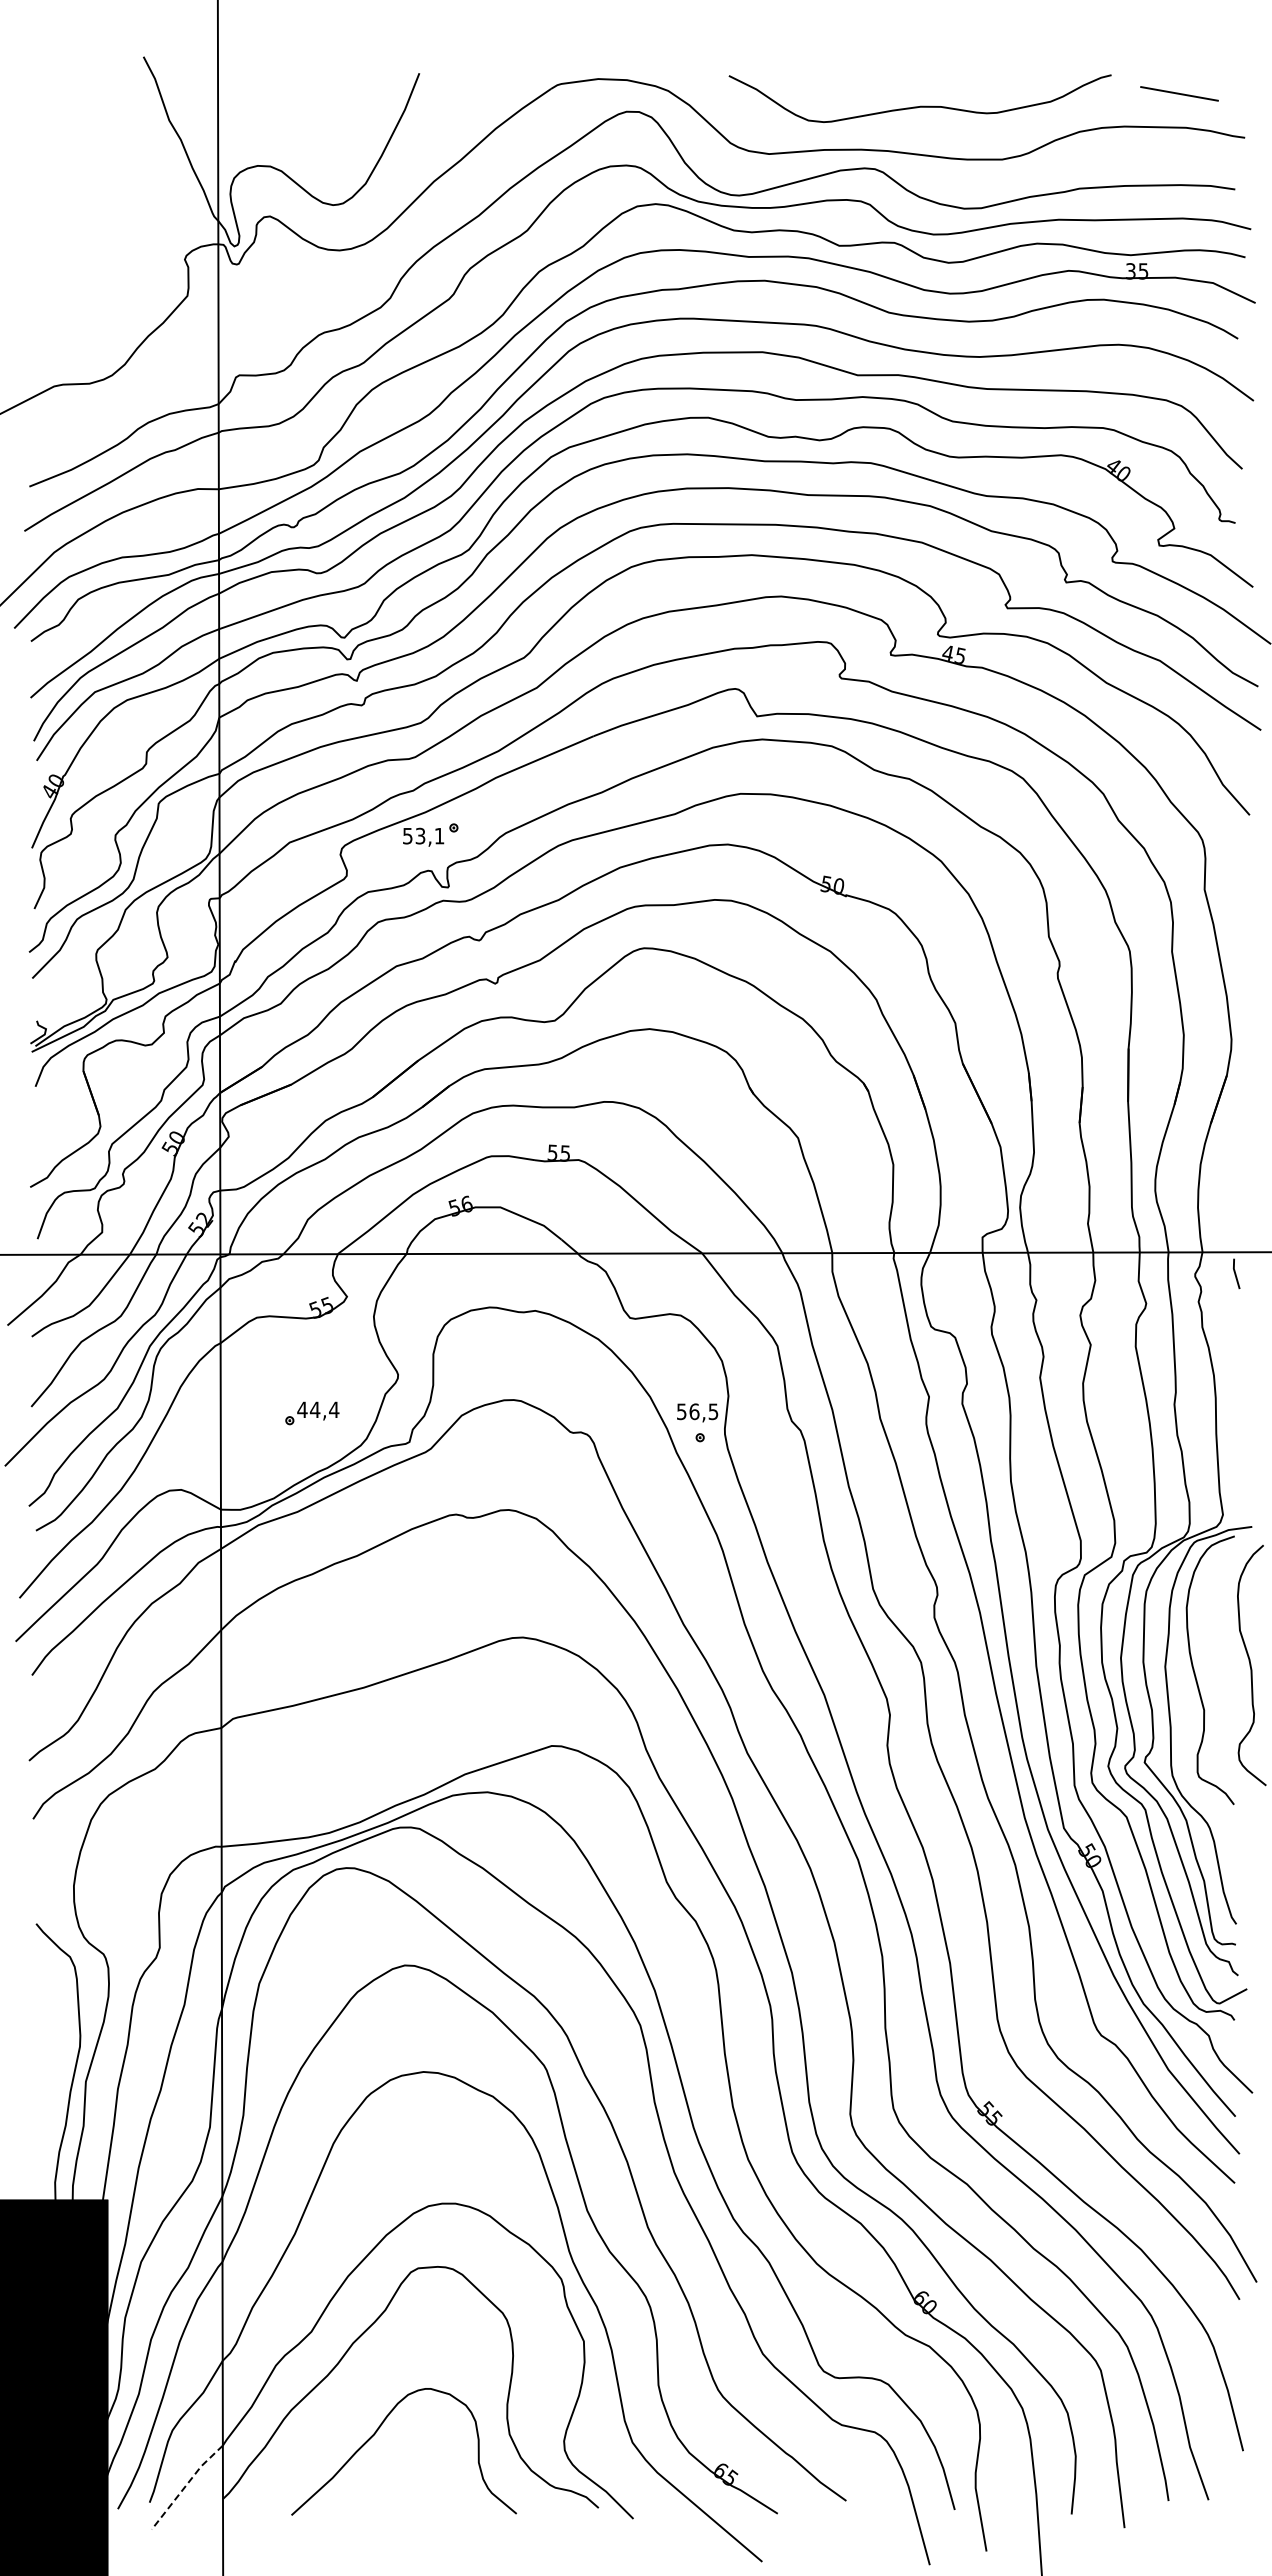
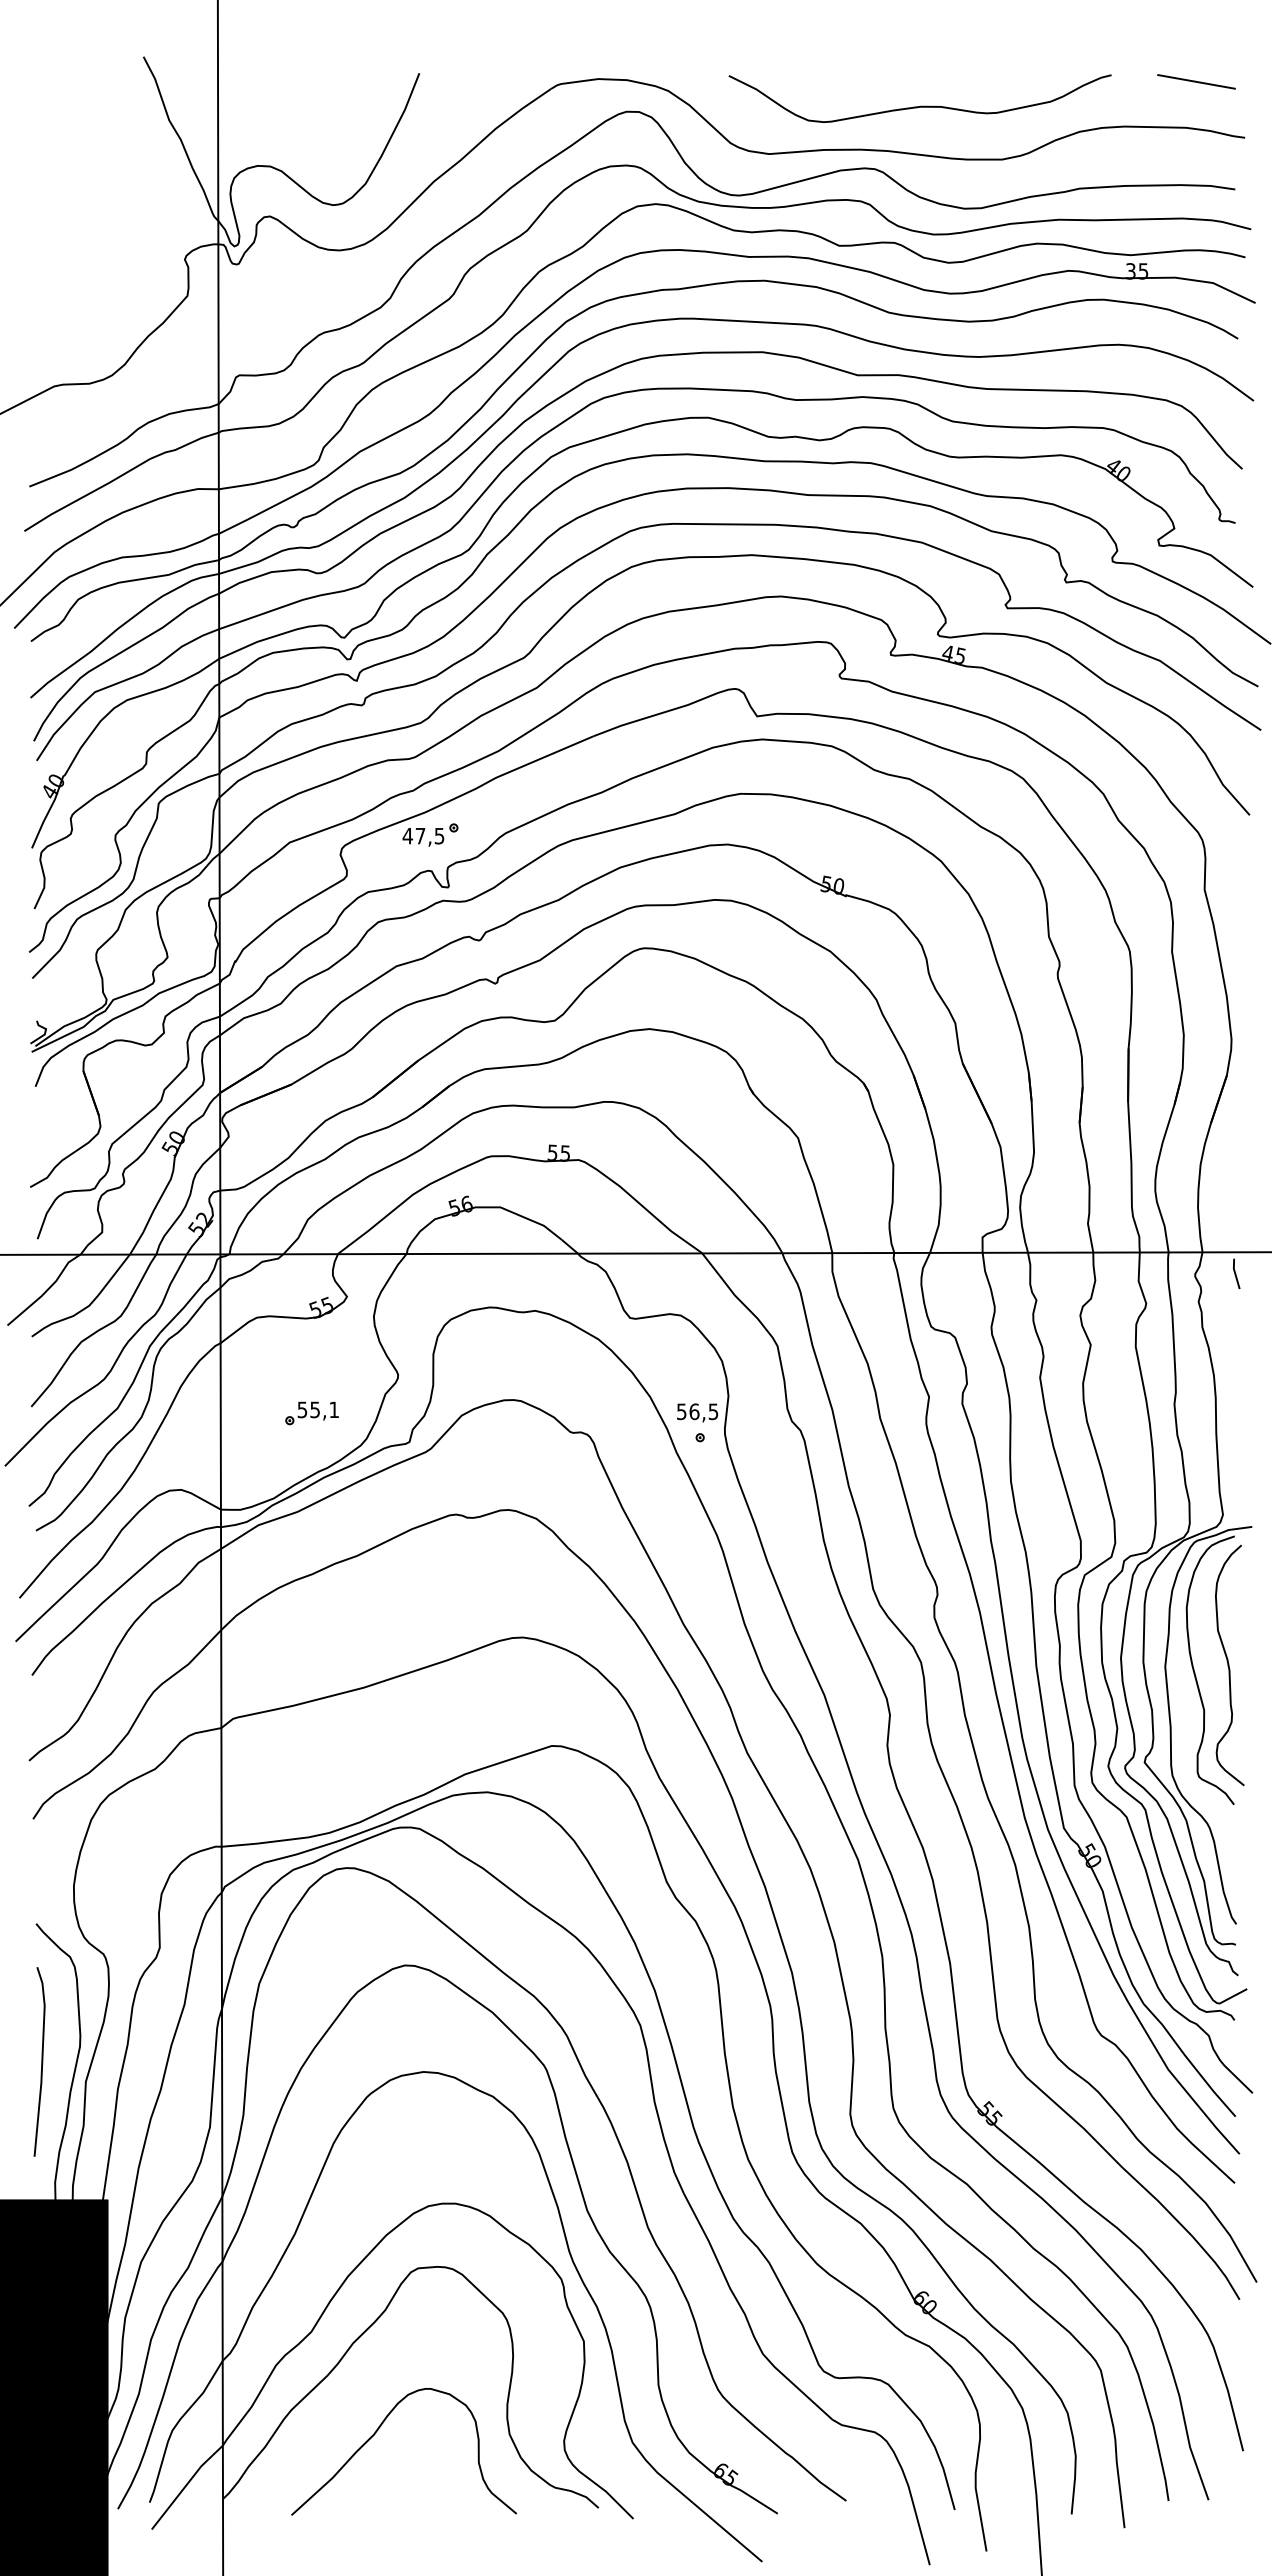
line at (1179, 93) position: (1179, 93) -> (1196, 81)
text at (423, 835): 53,1 -> 47,5
text at (318, 1409): 44,4 -> 55,1
curve at (1251, 1665) position: (1251, 1665) -> (1229, 1665)
line at (41, 2061): none -> present
line at (186, 2485): dashed -> solid
